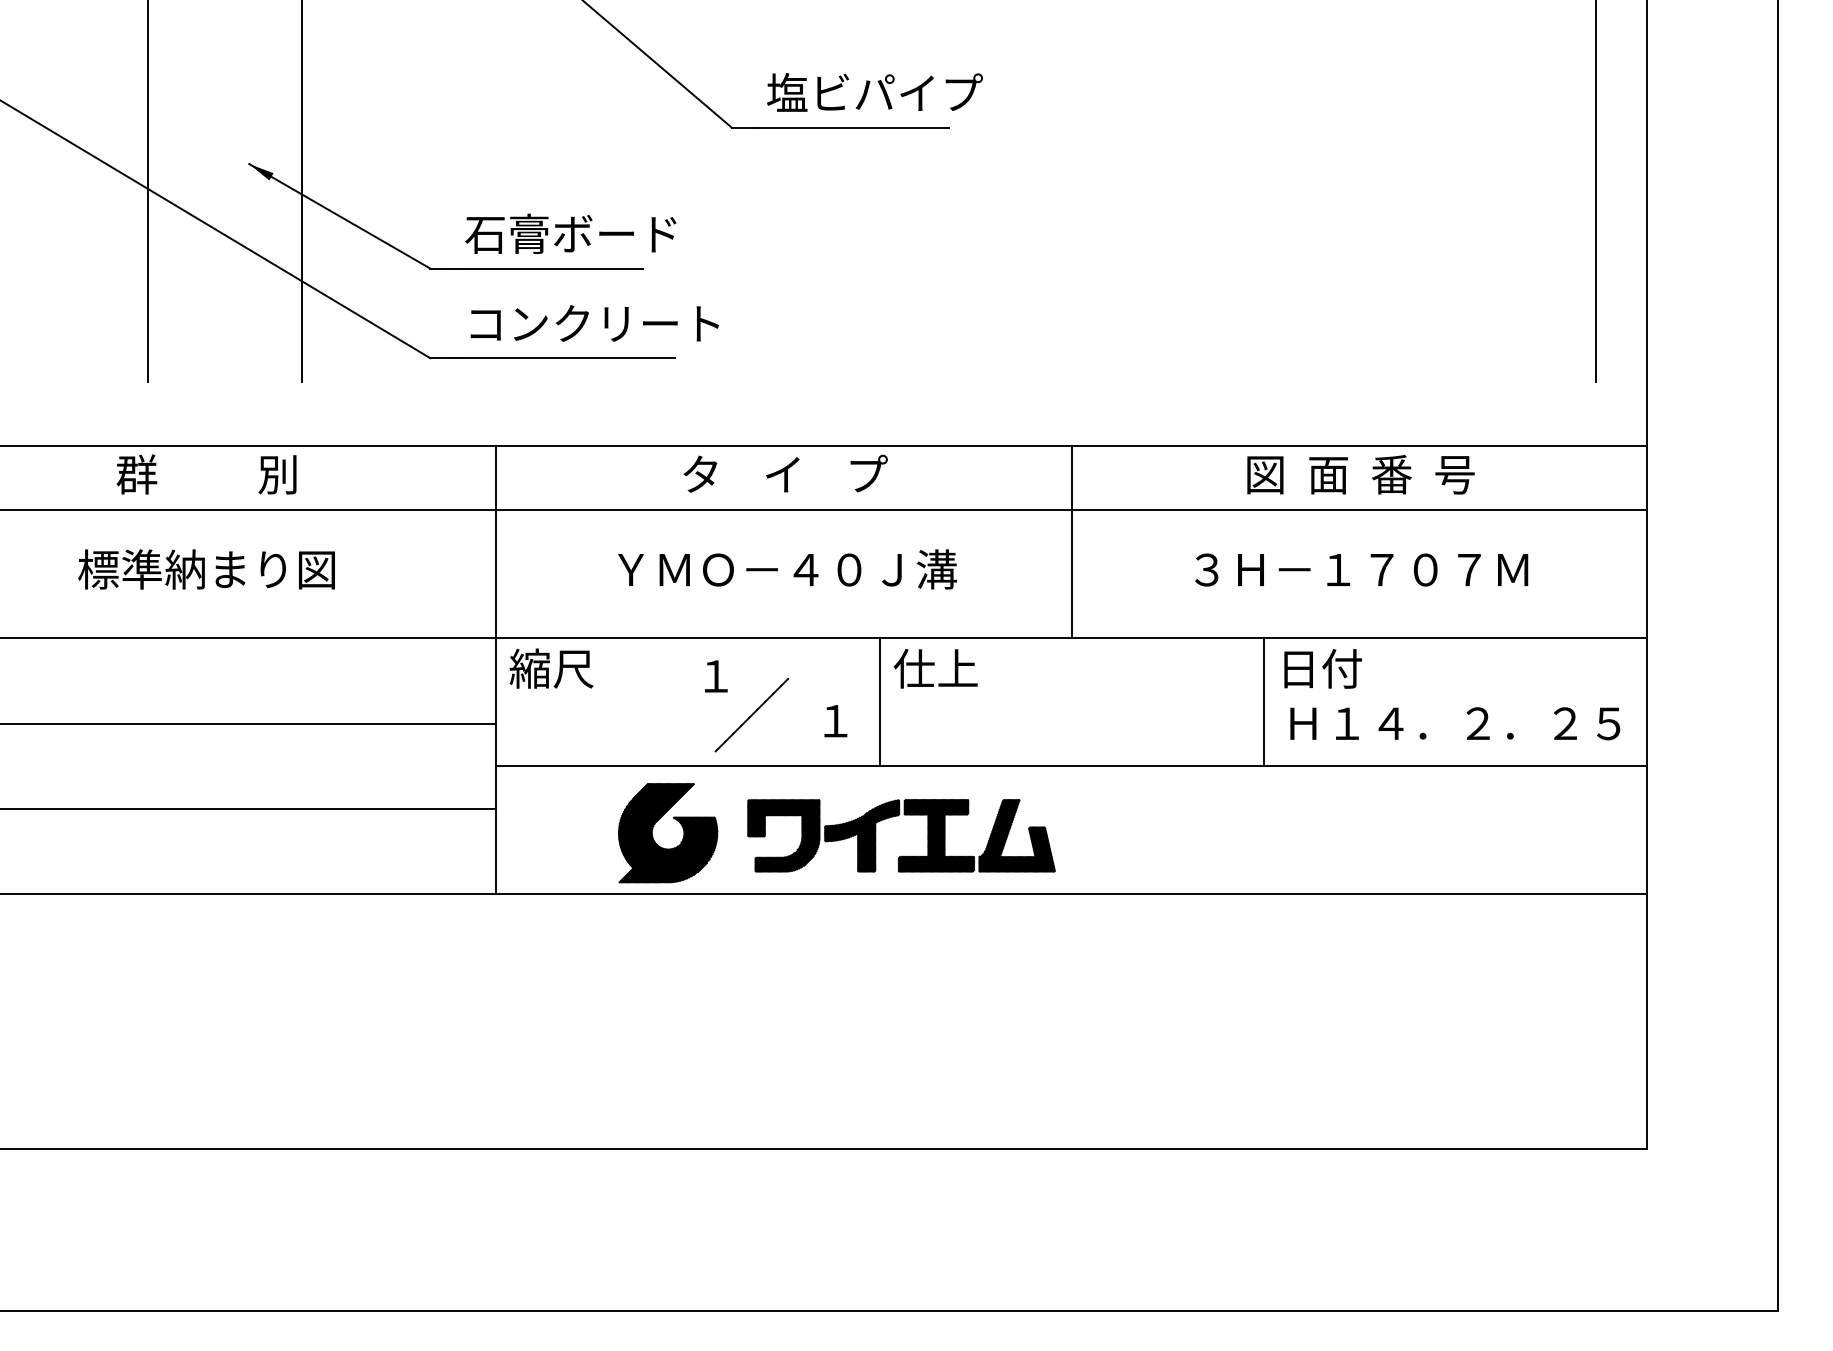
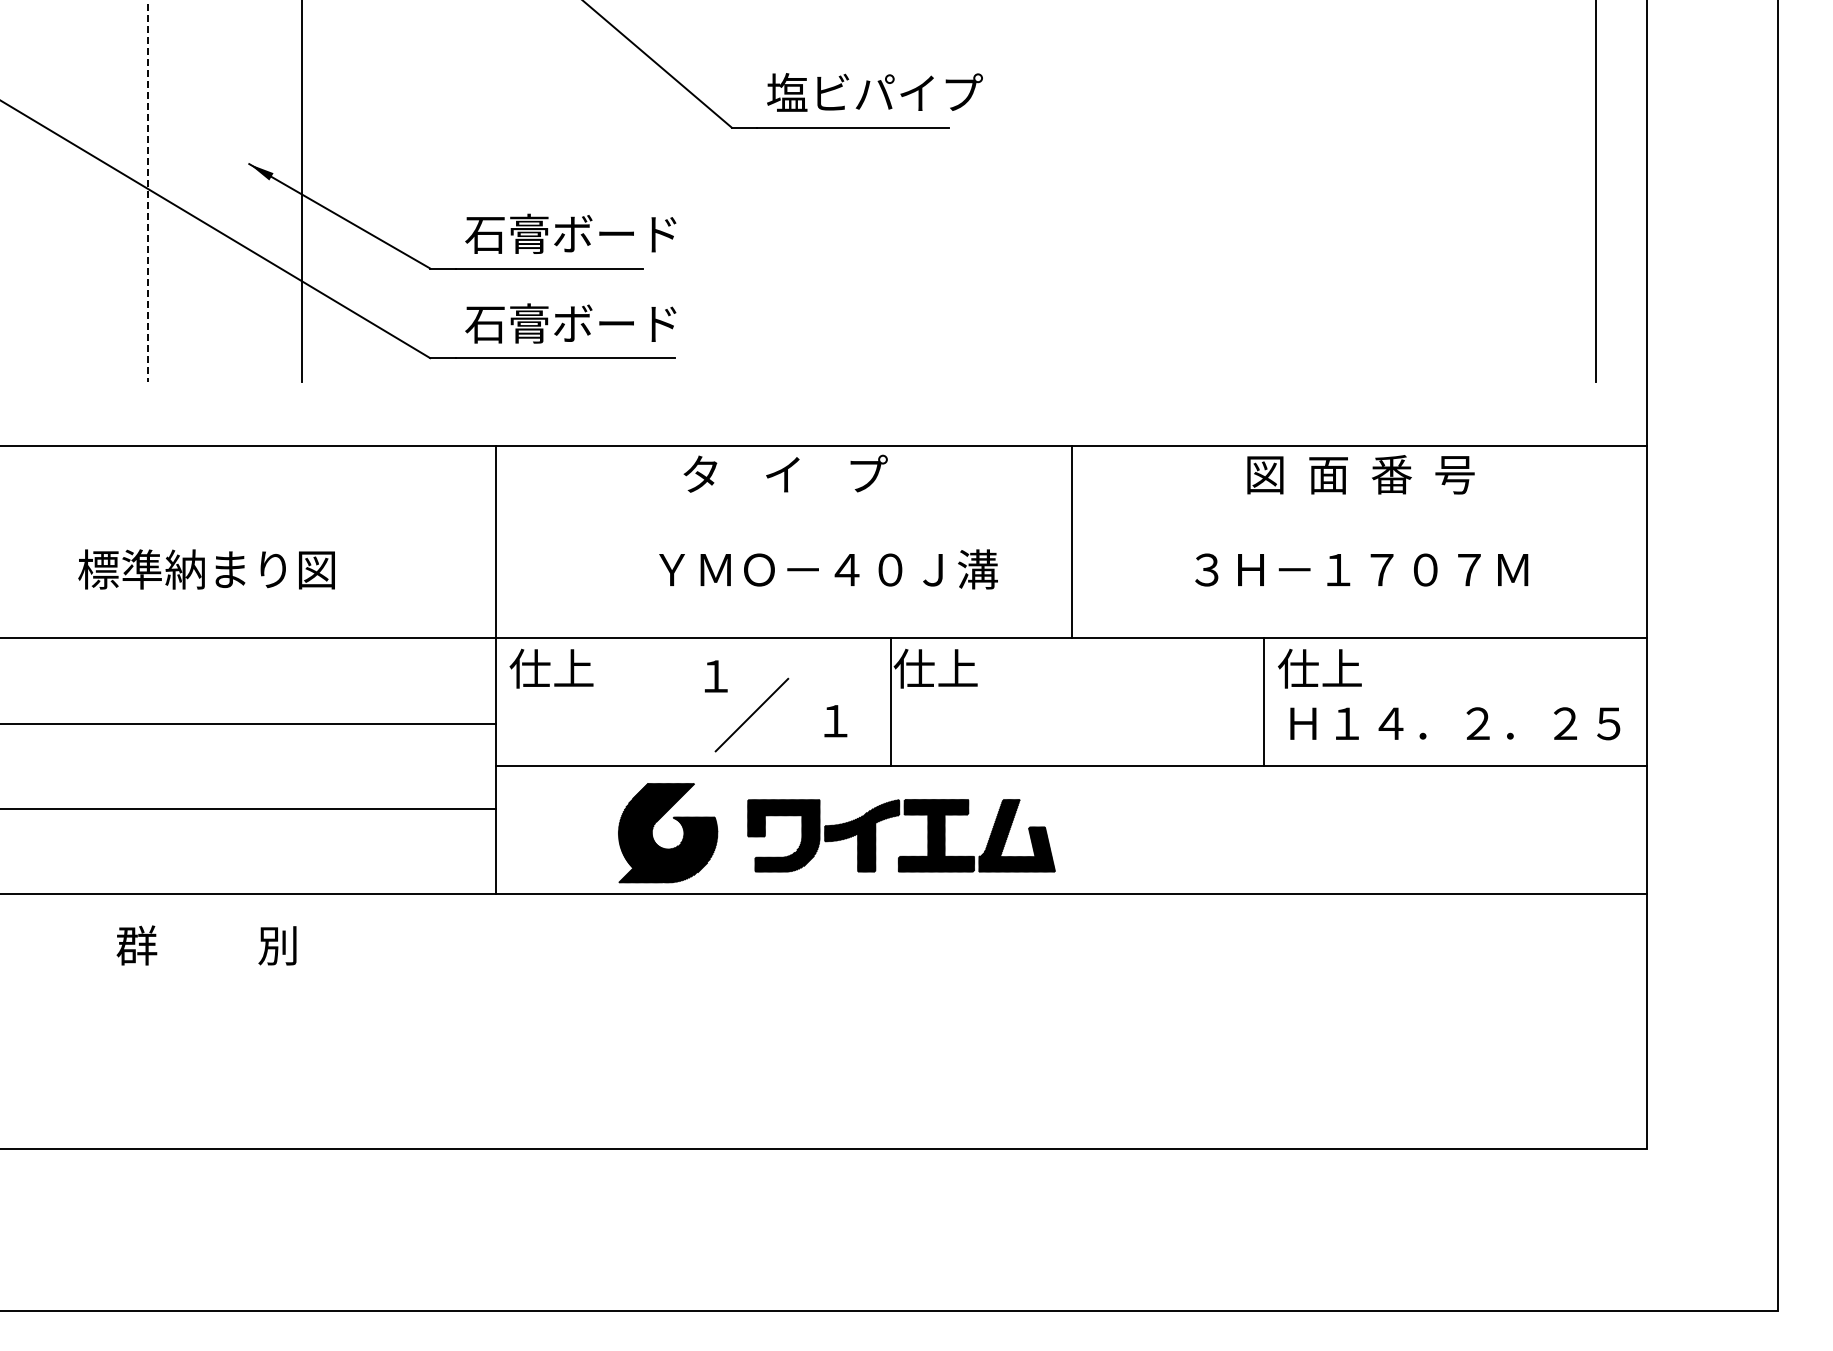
line at (148, 191): solid -> dashed
text at (591, 323): コンクリート -> 石膏ボード
text at (206, 474) position: (206, 474) -> (206, 945)
line at (824, 510): present -> none
text at (787, 569) position: (787, 569) -> (828, 569)
text at (551, 668): 縮尺 -> 仕上
text at (1319, 668): 日付 -> 仕上
line at (880, 702) position: (880, 702) -> (891, 702)
